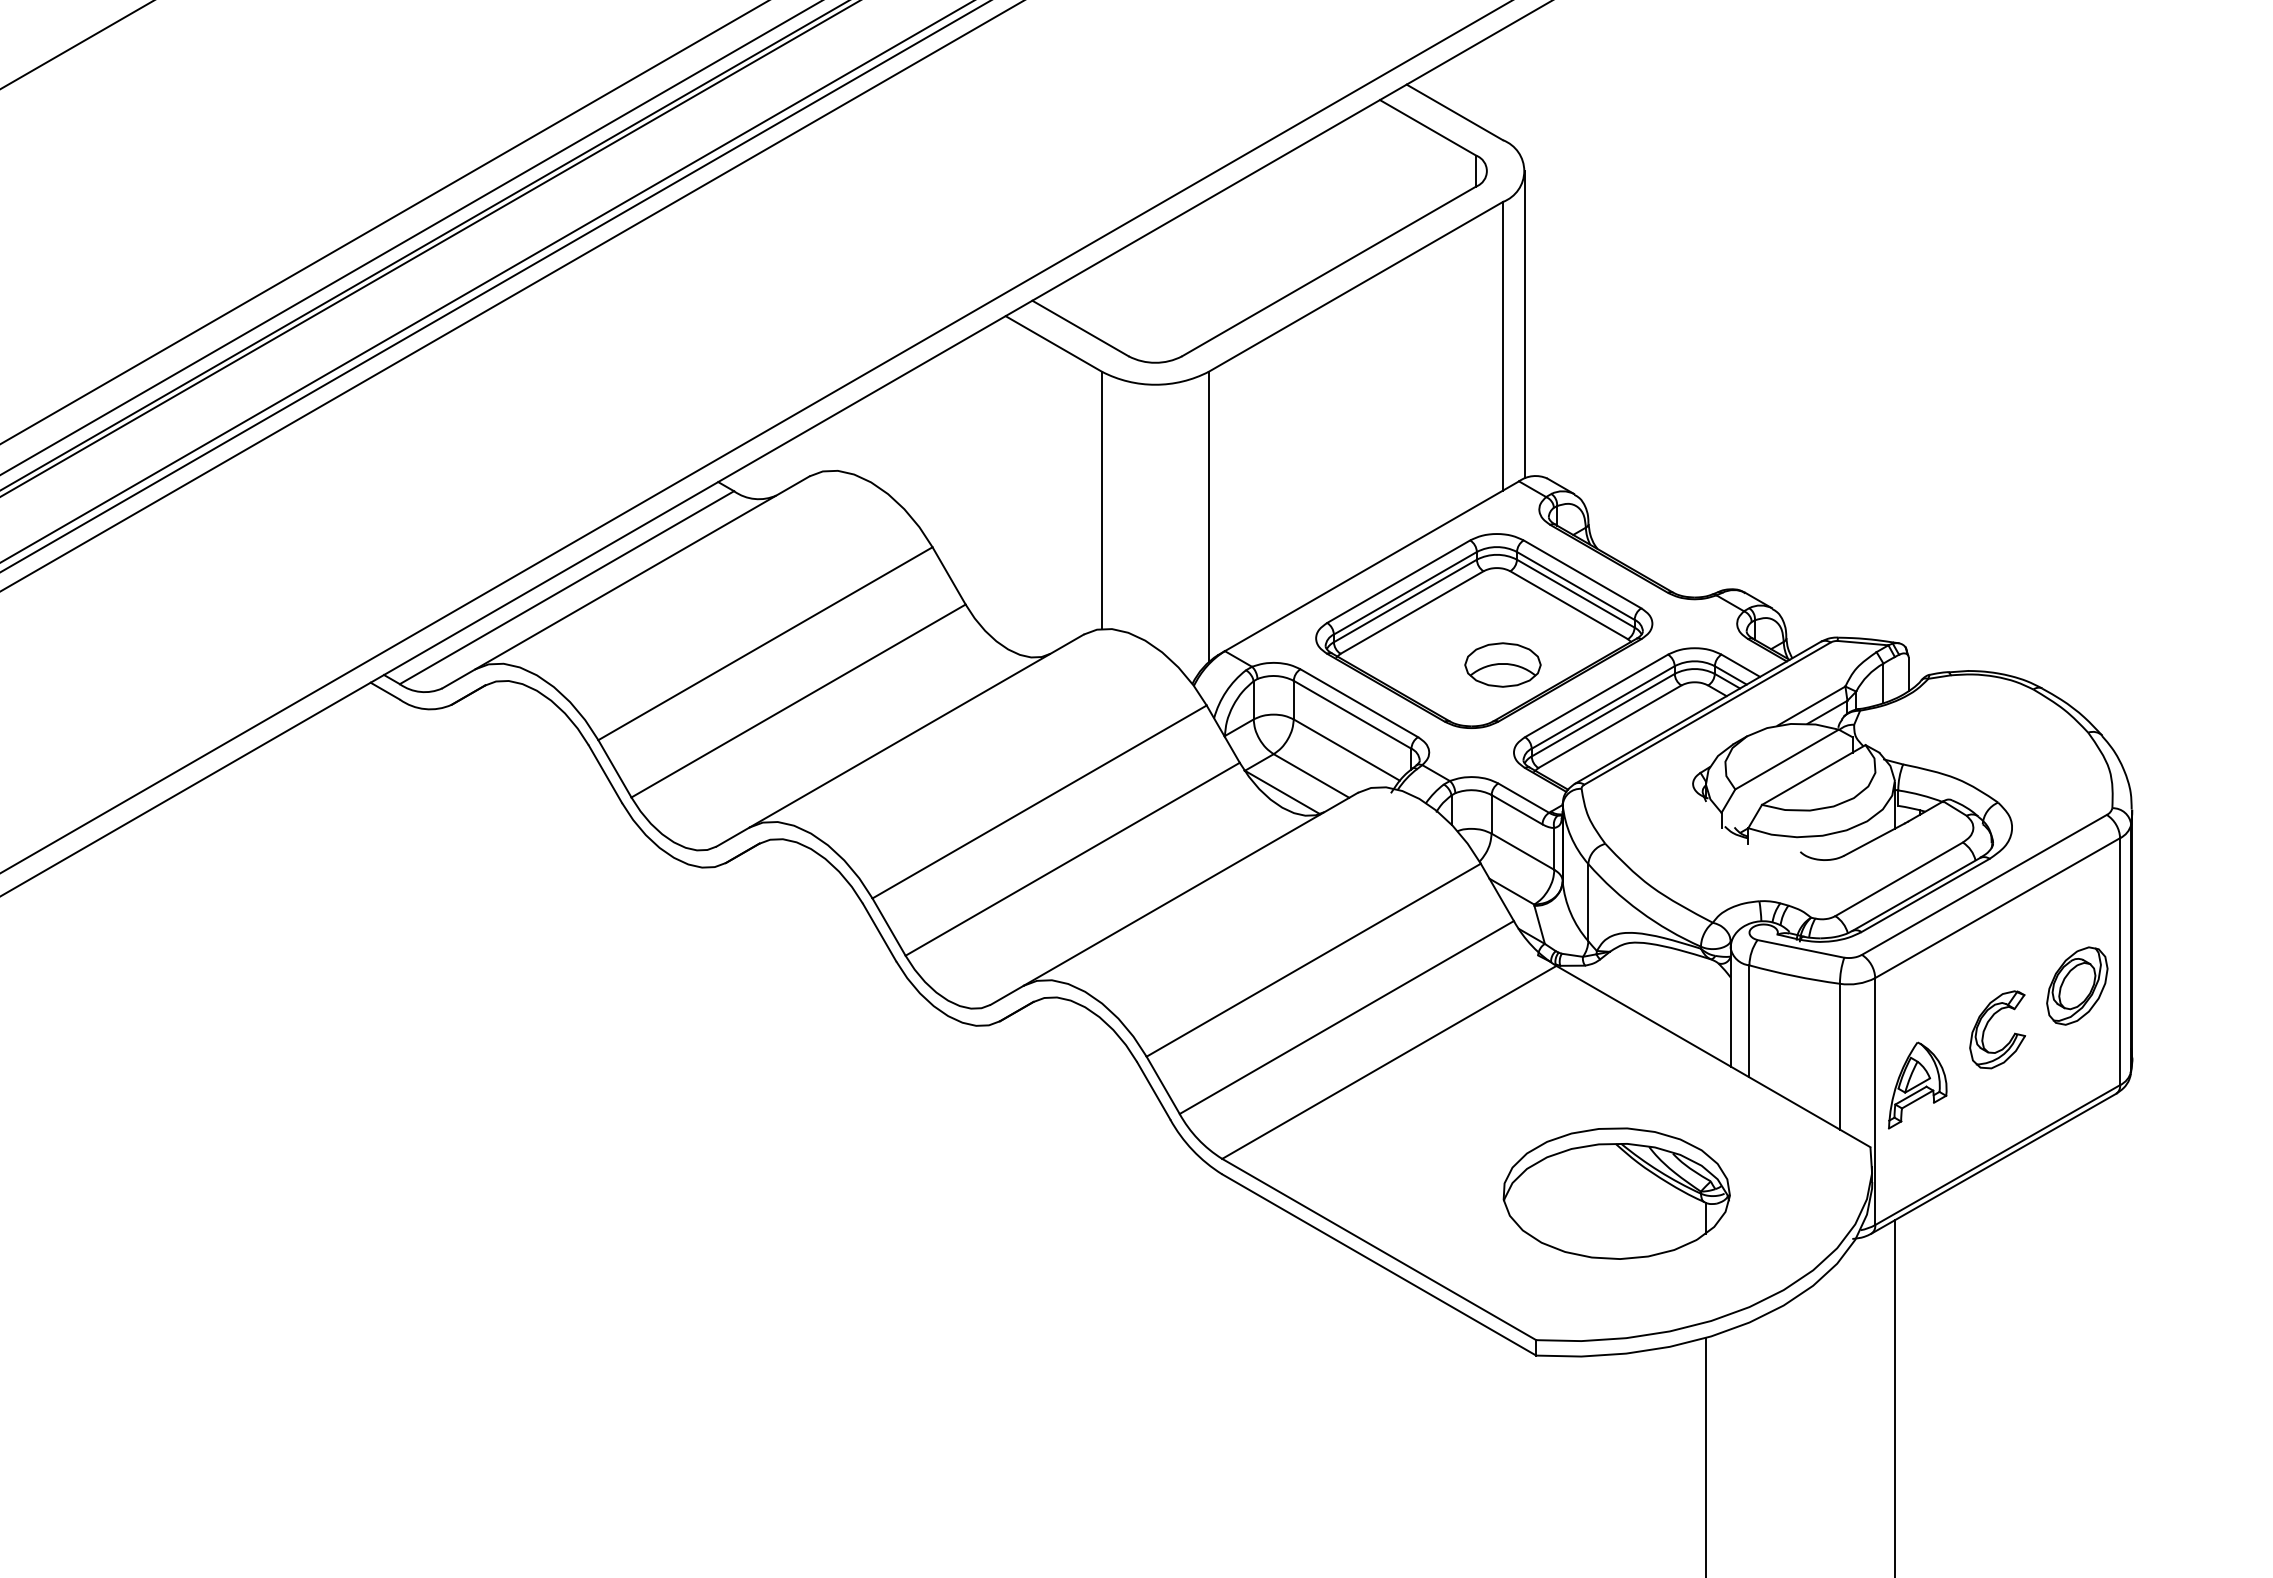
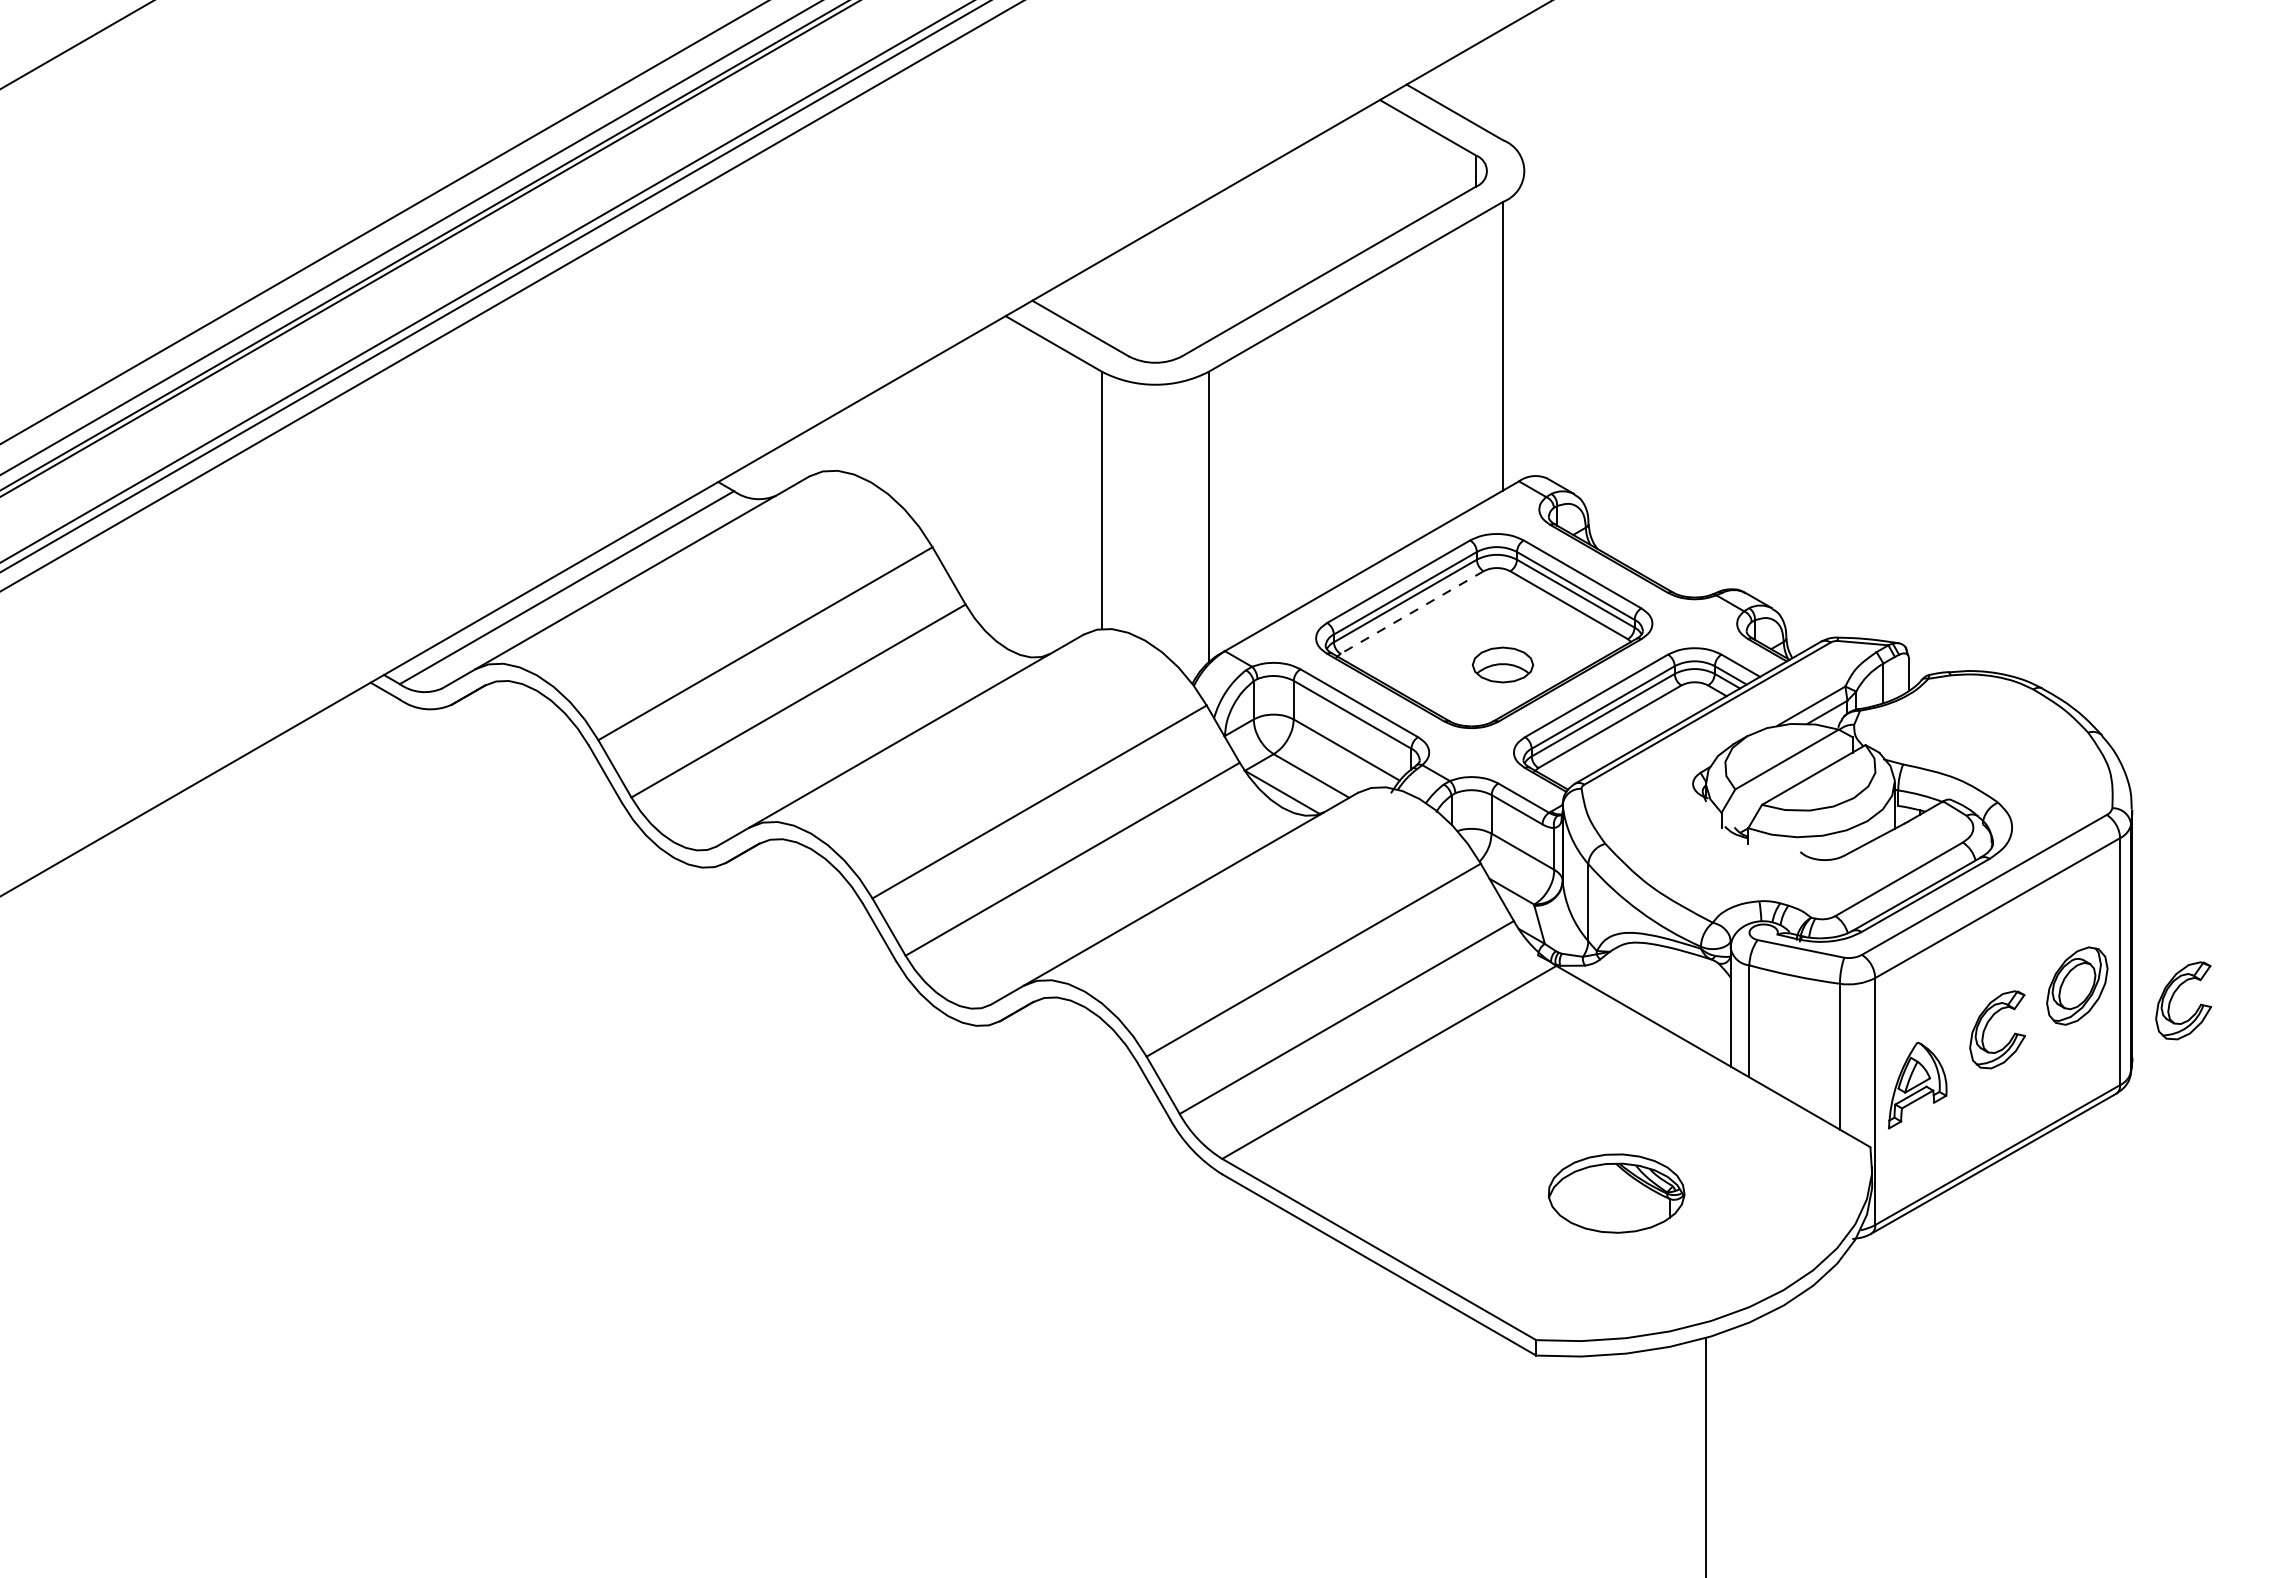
line at (1525, 324): present -> none
line at (755, 437): present -> none
line at (1412, 612): solid -> dashed
part at (1502, 664) size: 78x46 px -> 62x38 px
part at (2173, 996): none -> present
part at (1616, 1193) size: 229x133 px -> 138x81 px
line at (1894, 1397): present -> none
